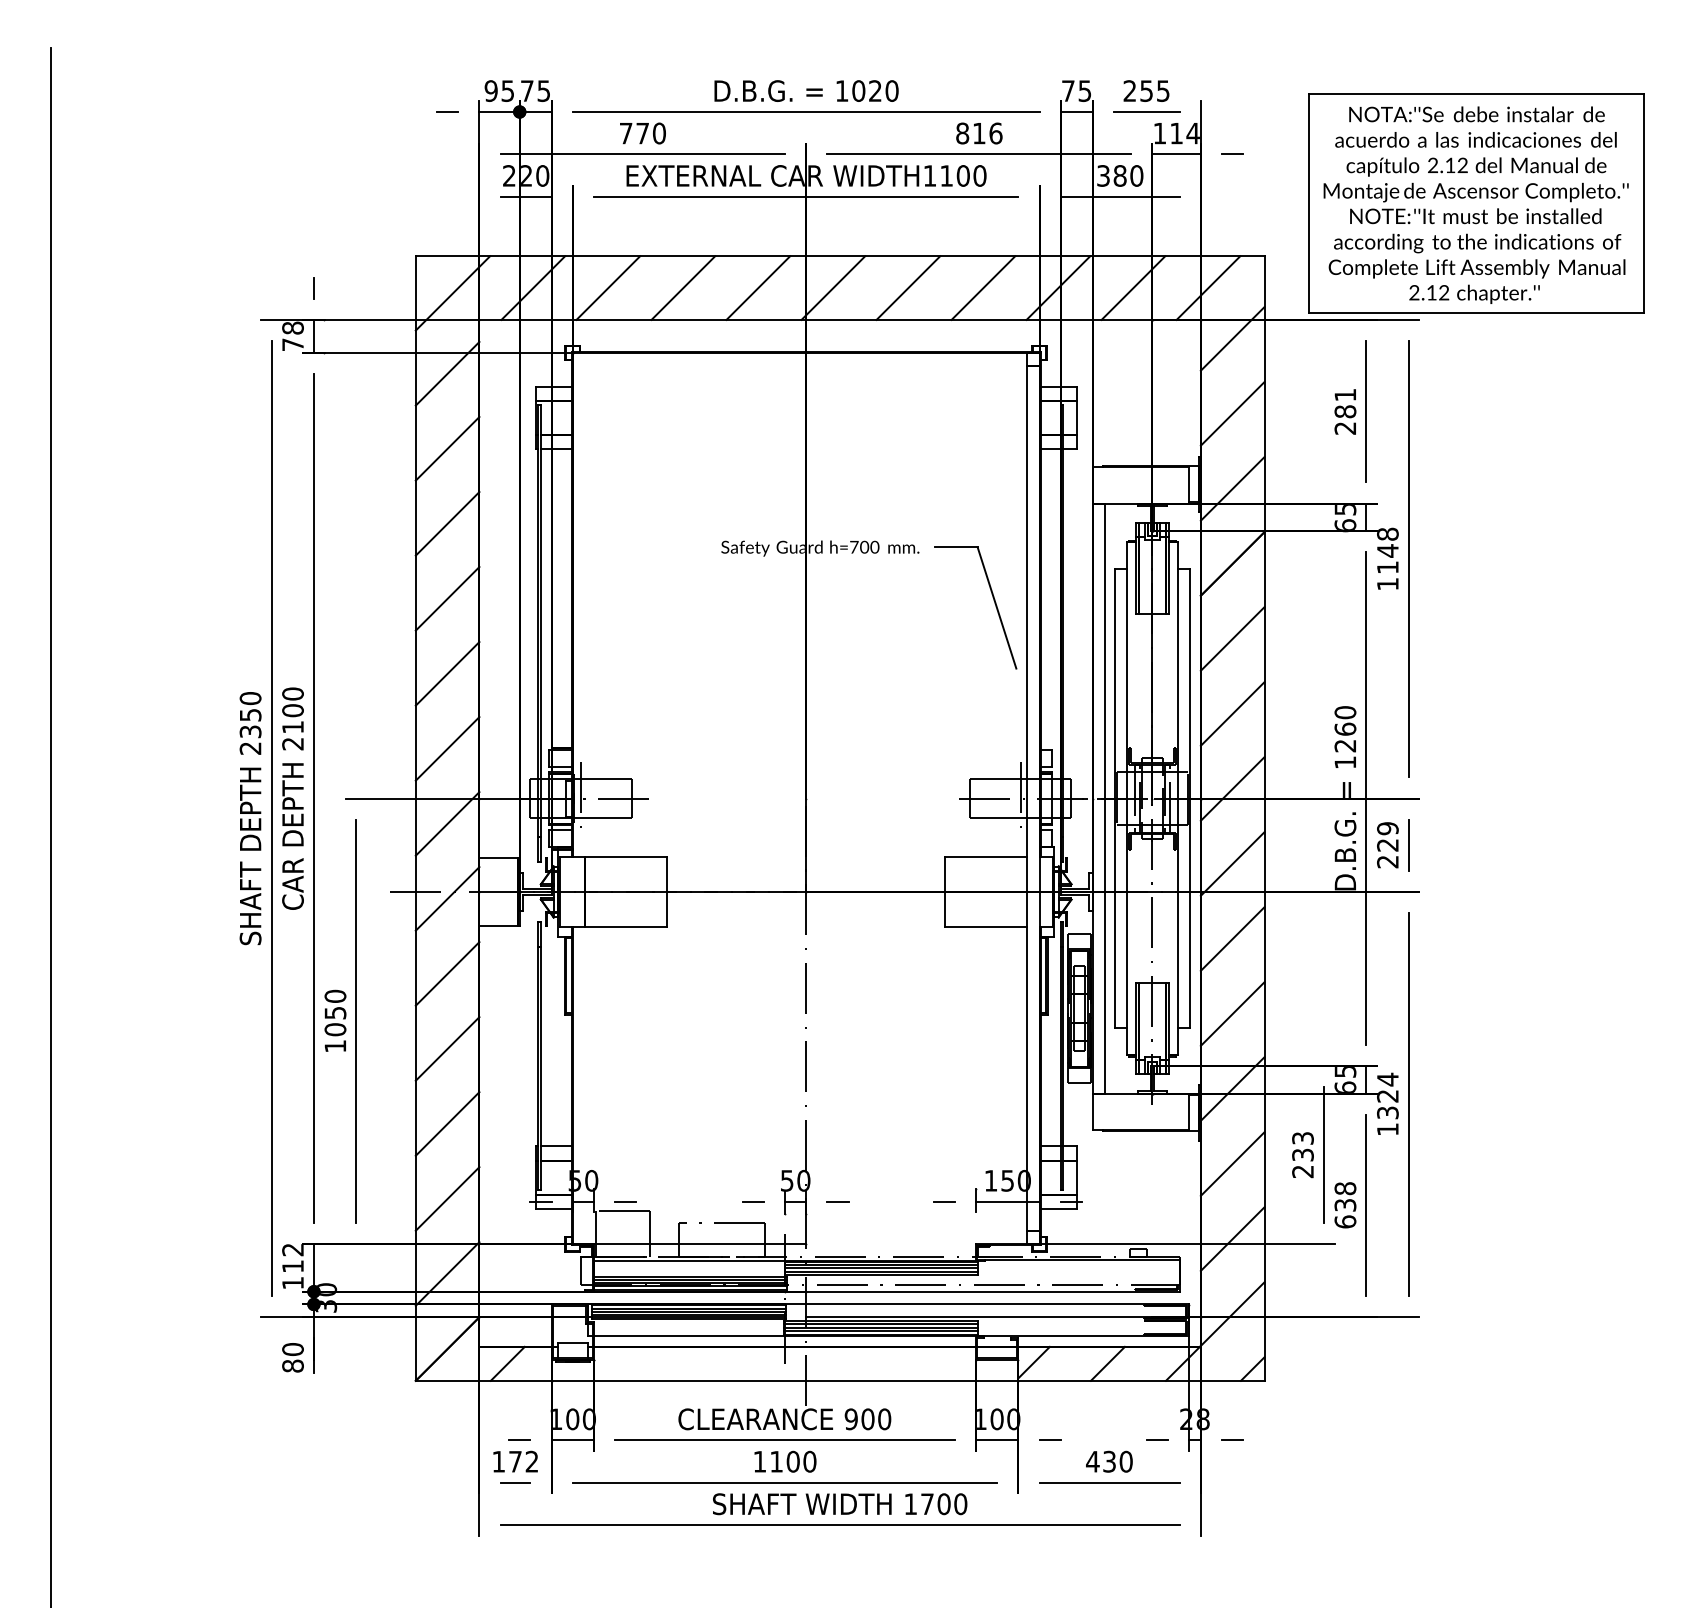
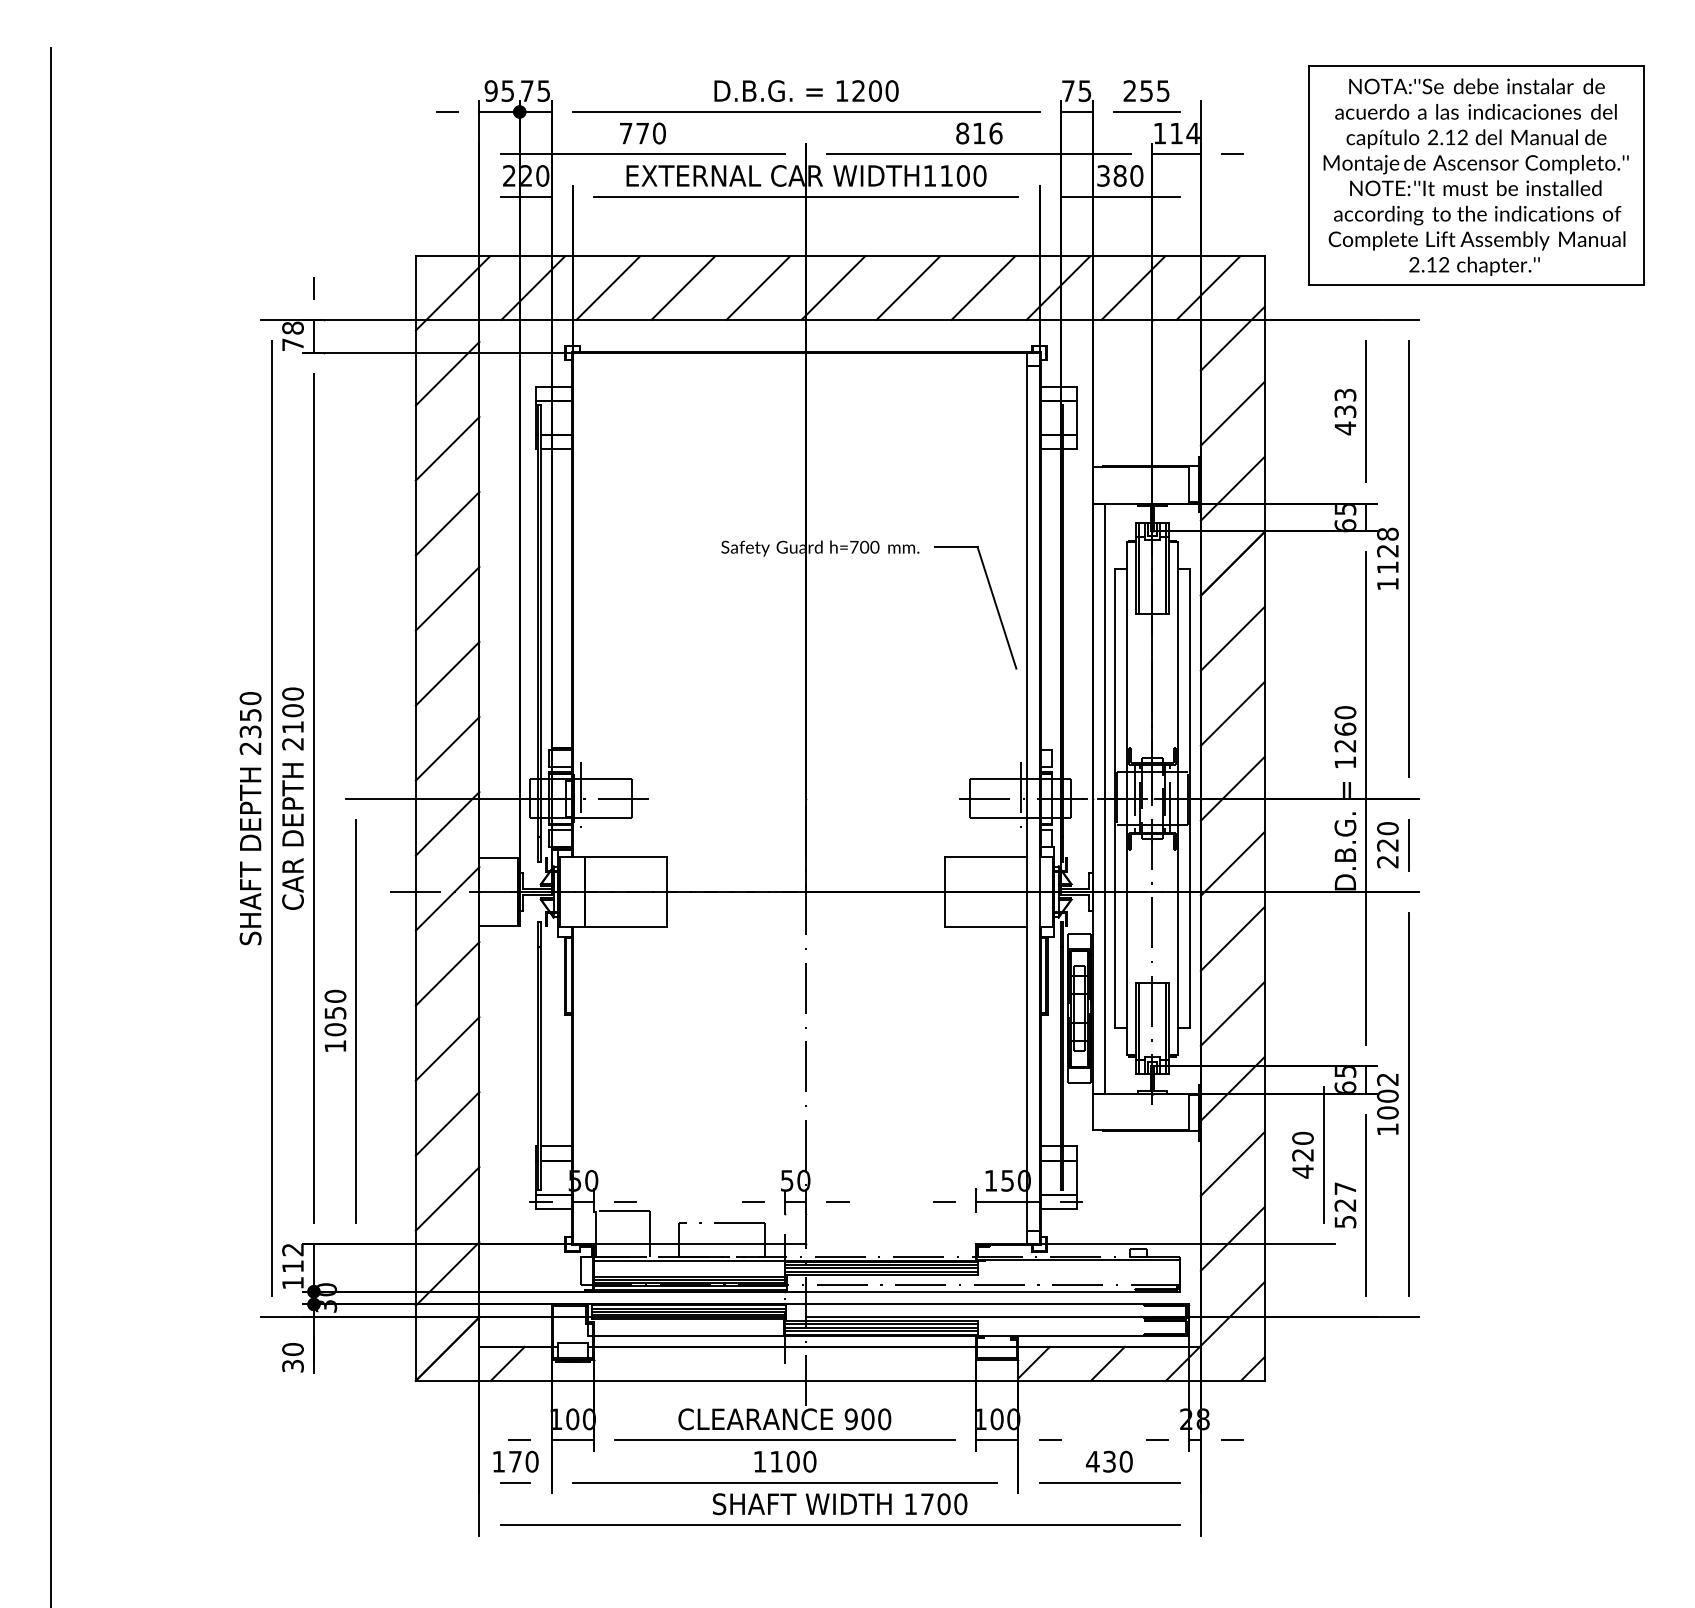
text at (866, 90): 1020 -> 1200
part at (1476, 203) position: (1476, 203) -> (1476, 175)
text at (1345, 412): 281 -> 433
text at (1387, 550): 1148 -> 1128
text at (1387, 828): 229 -> 220
text at (1387, 1095): 1324 -> 1002
text at (1302, 1154): 233 -> 420
text at (1345, 1205): 638 -> 527
text at (292, 1365): 80 -> 30
text at (531, 1461): 172 -> 170
